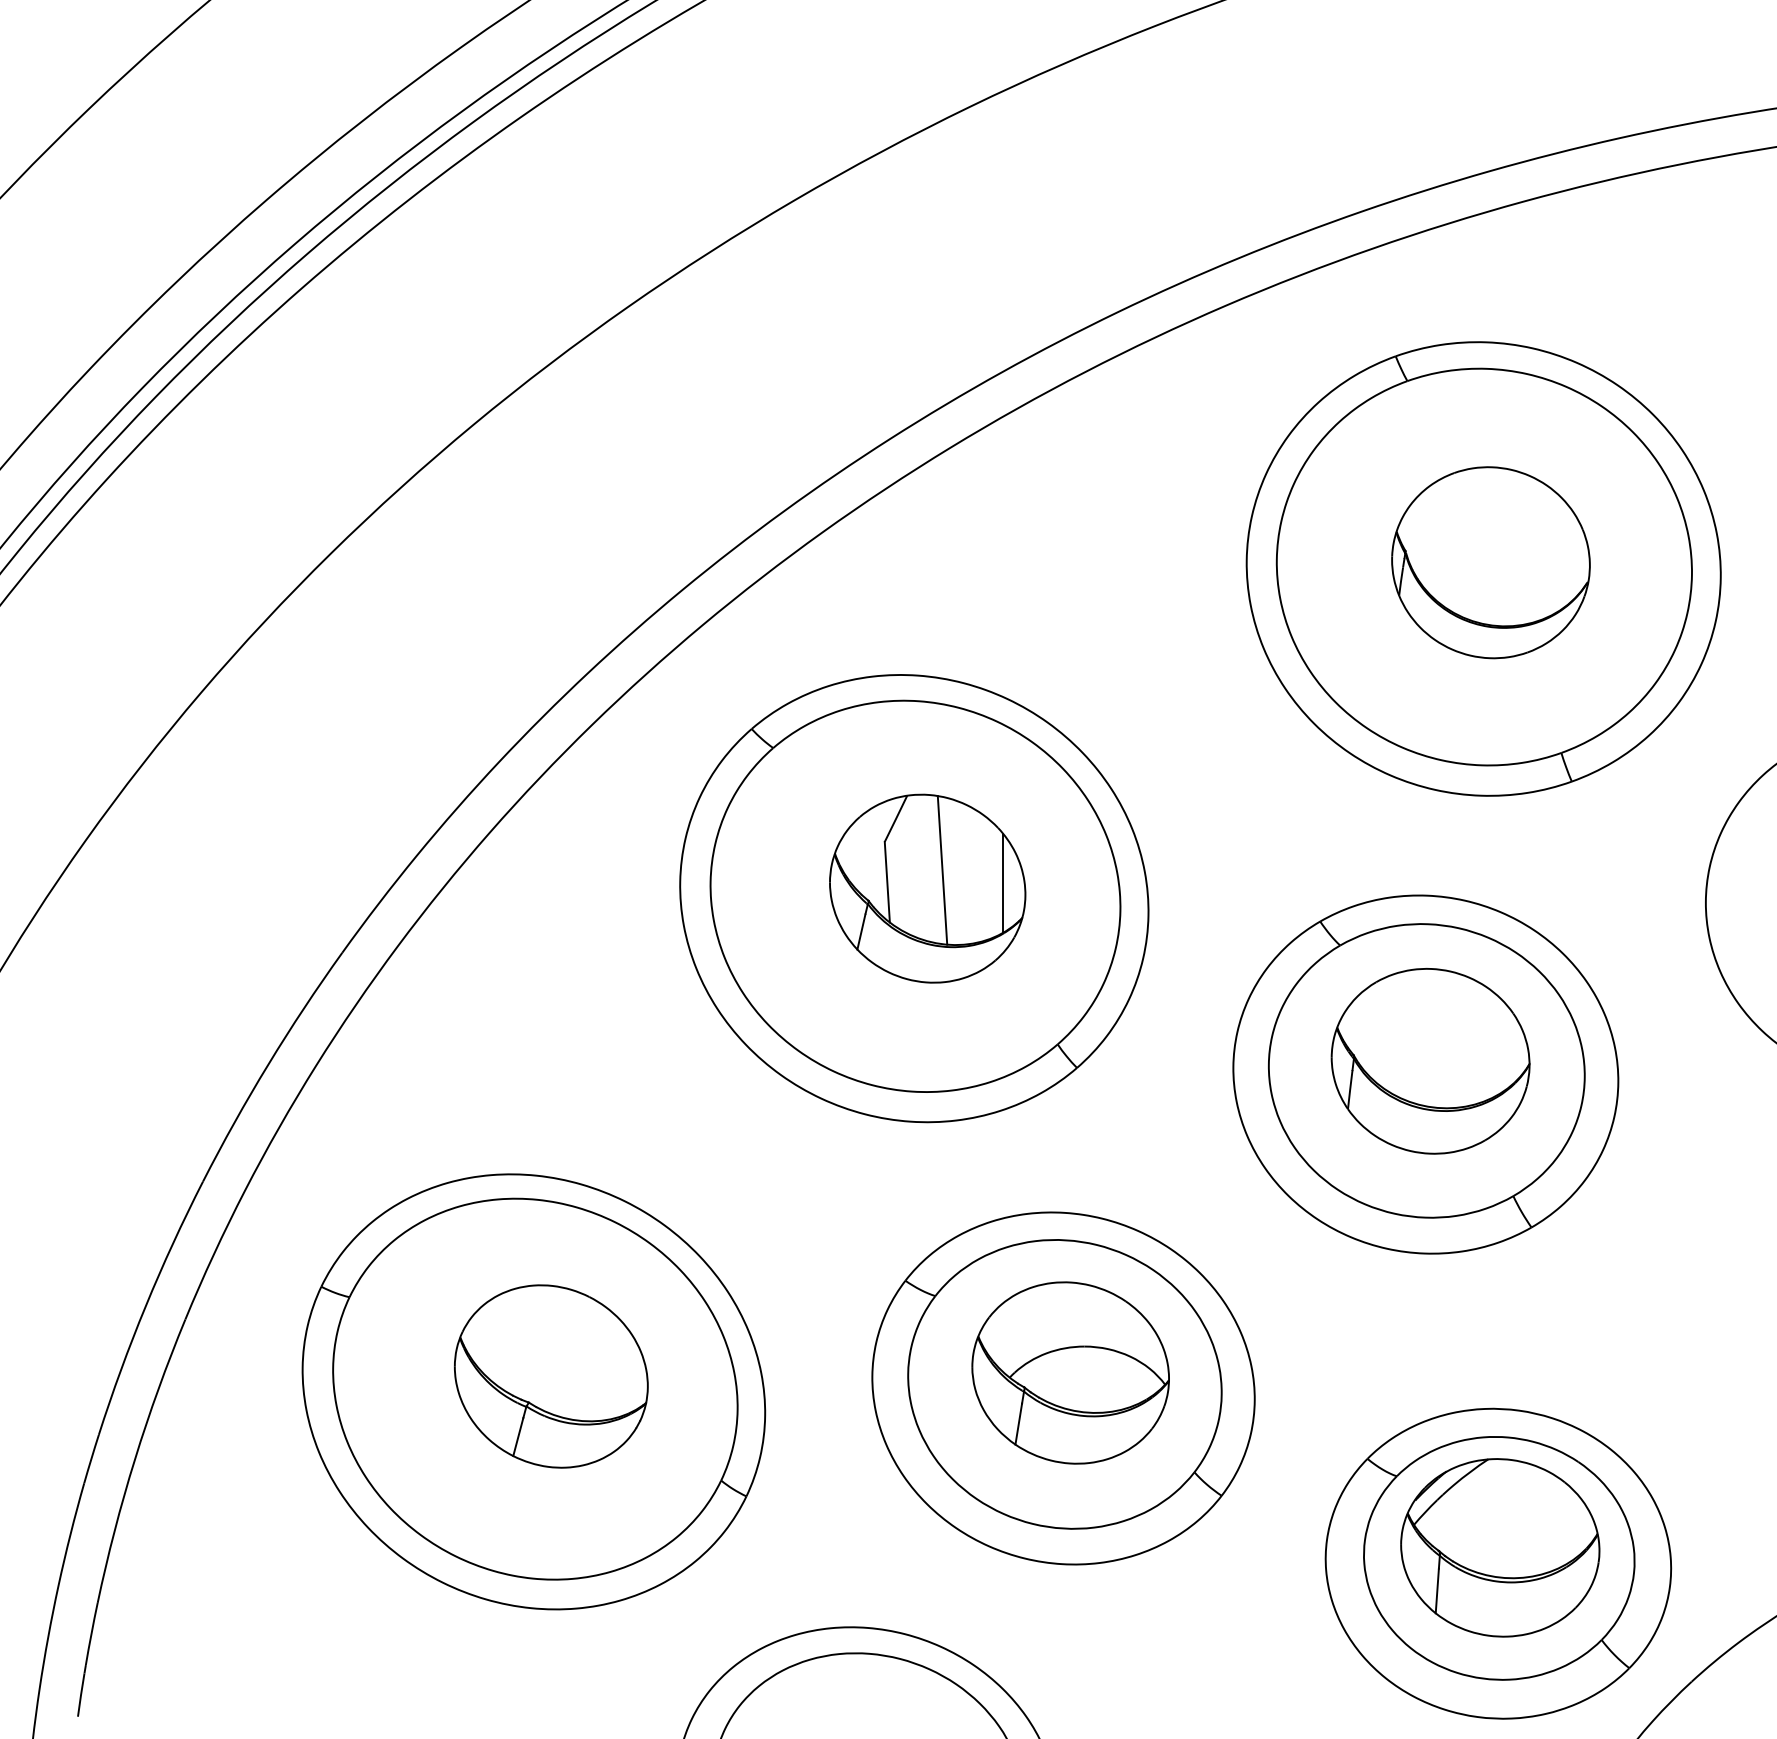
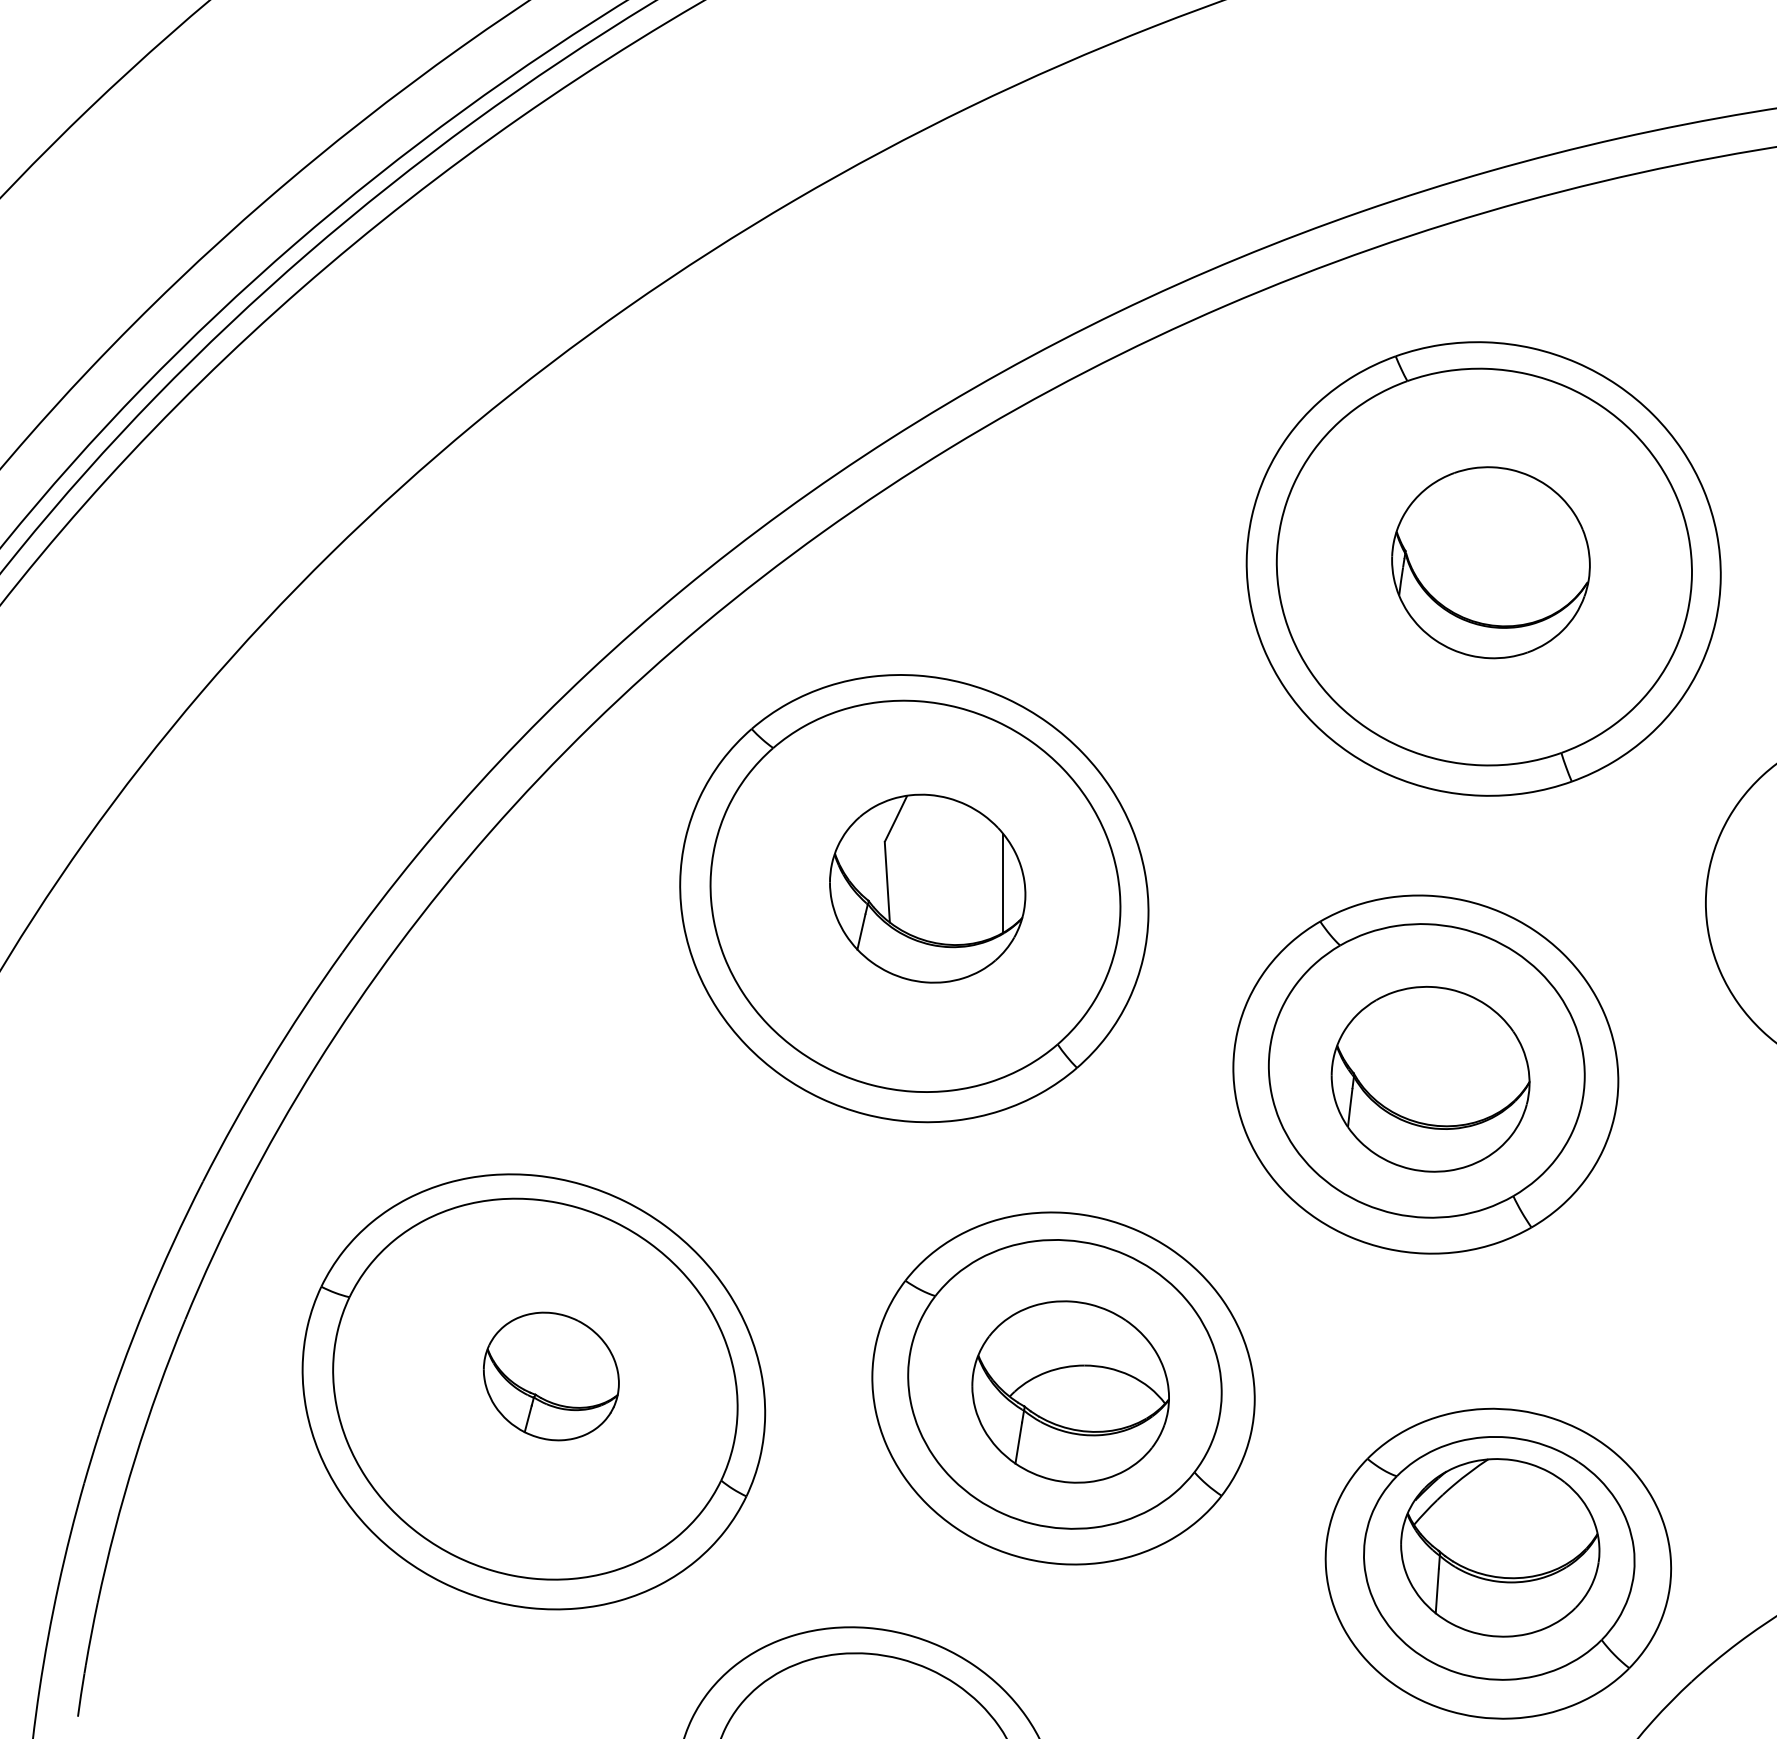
line at (942, 870): present -> none
part at (1430, 1061) position: (1430, 1061) -> (1430, 1079)
part at (1070, 1372) position: (1070, 1372) -> (1070, 1391)
part at (551, 1376) size: 195x185 px -> 137x131 px
